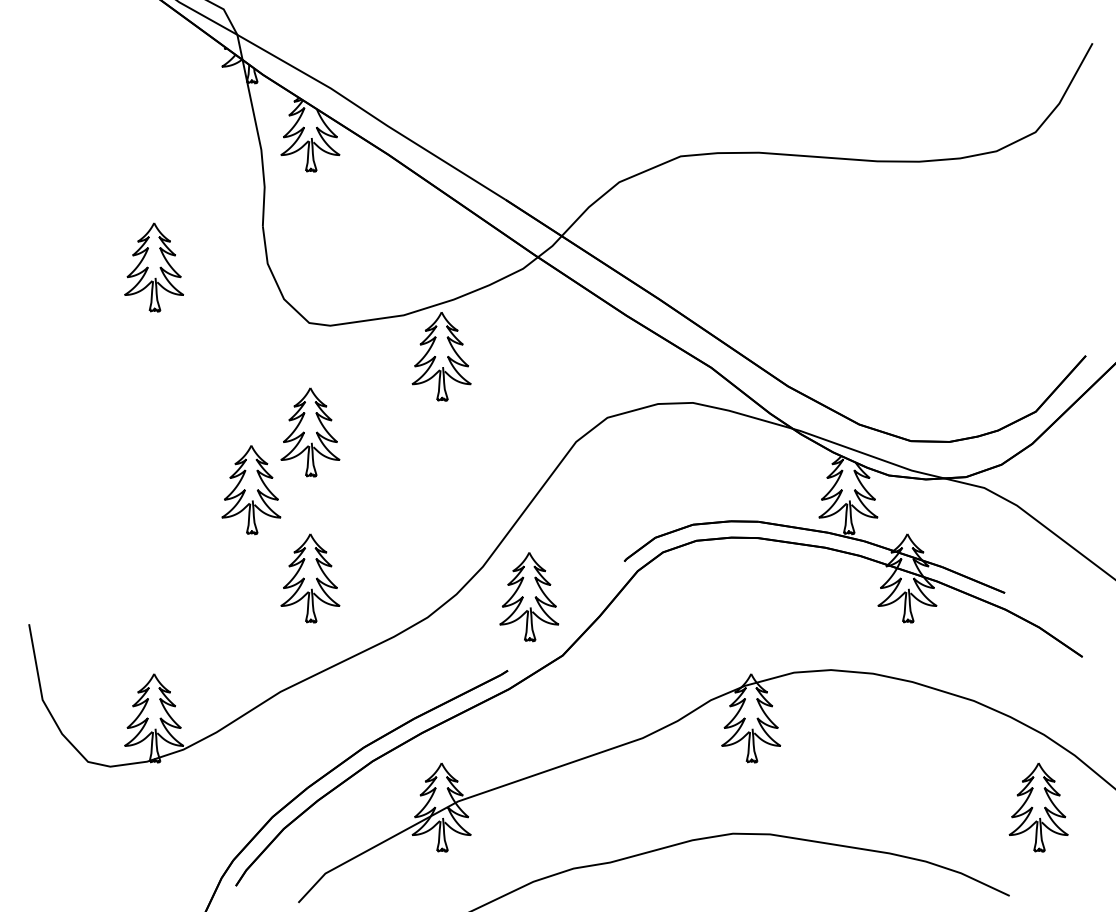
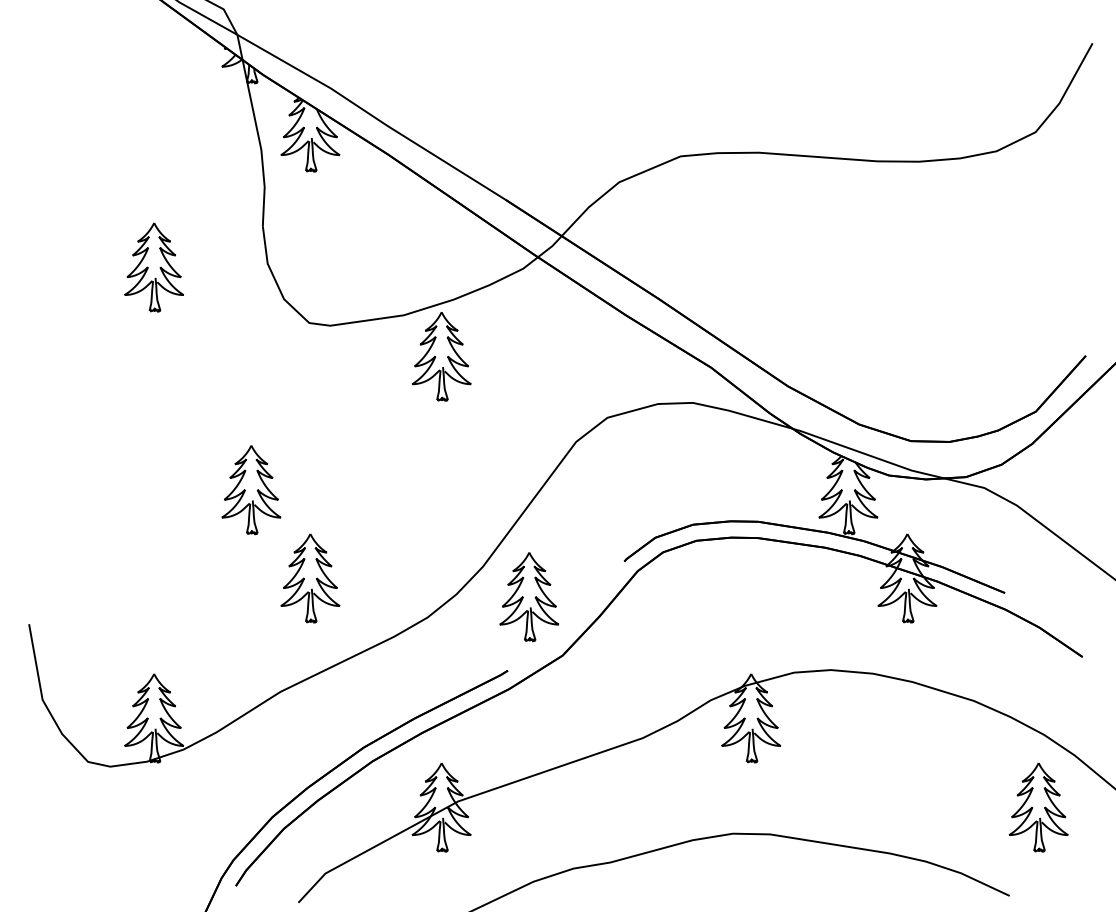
part at (310, 432): present -> none
